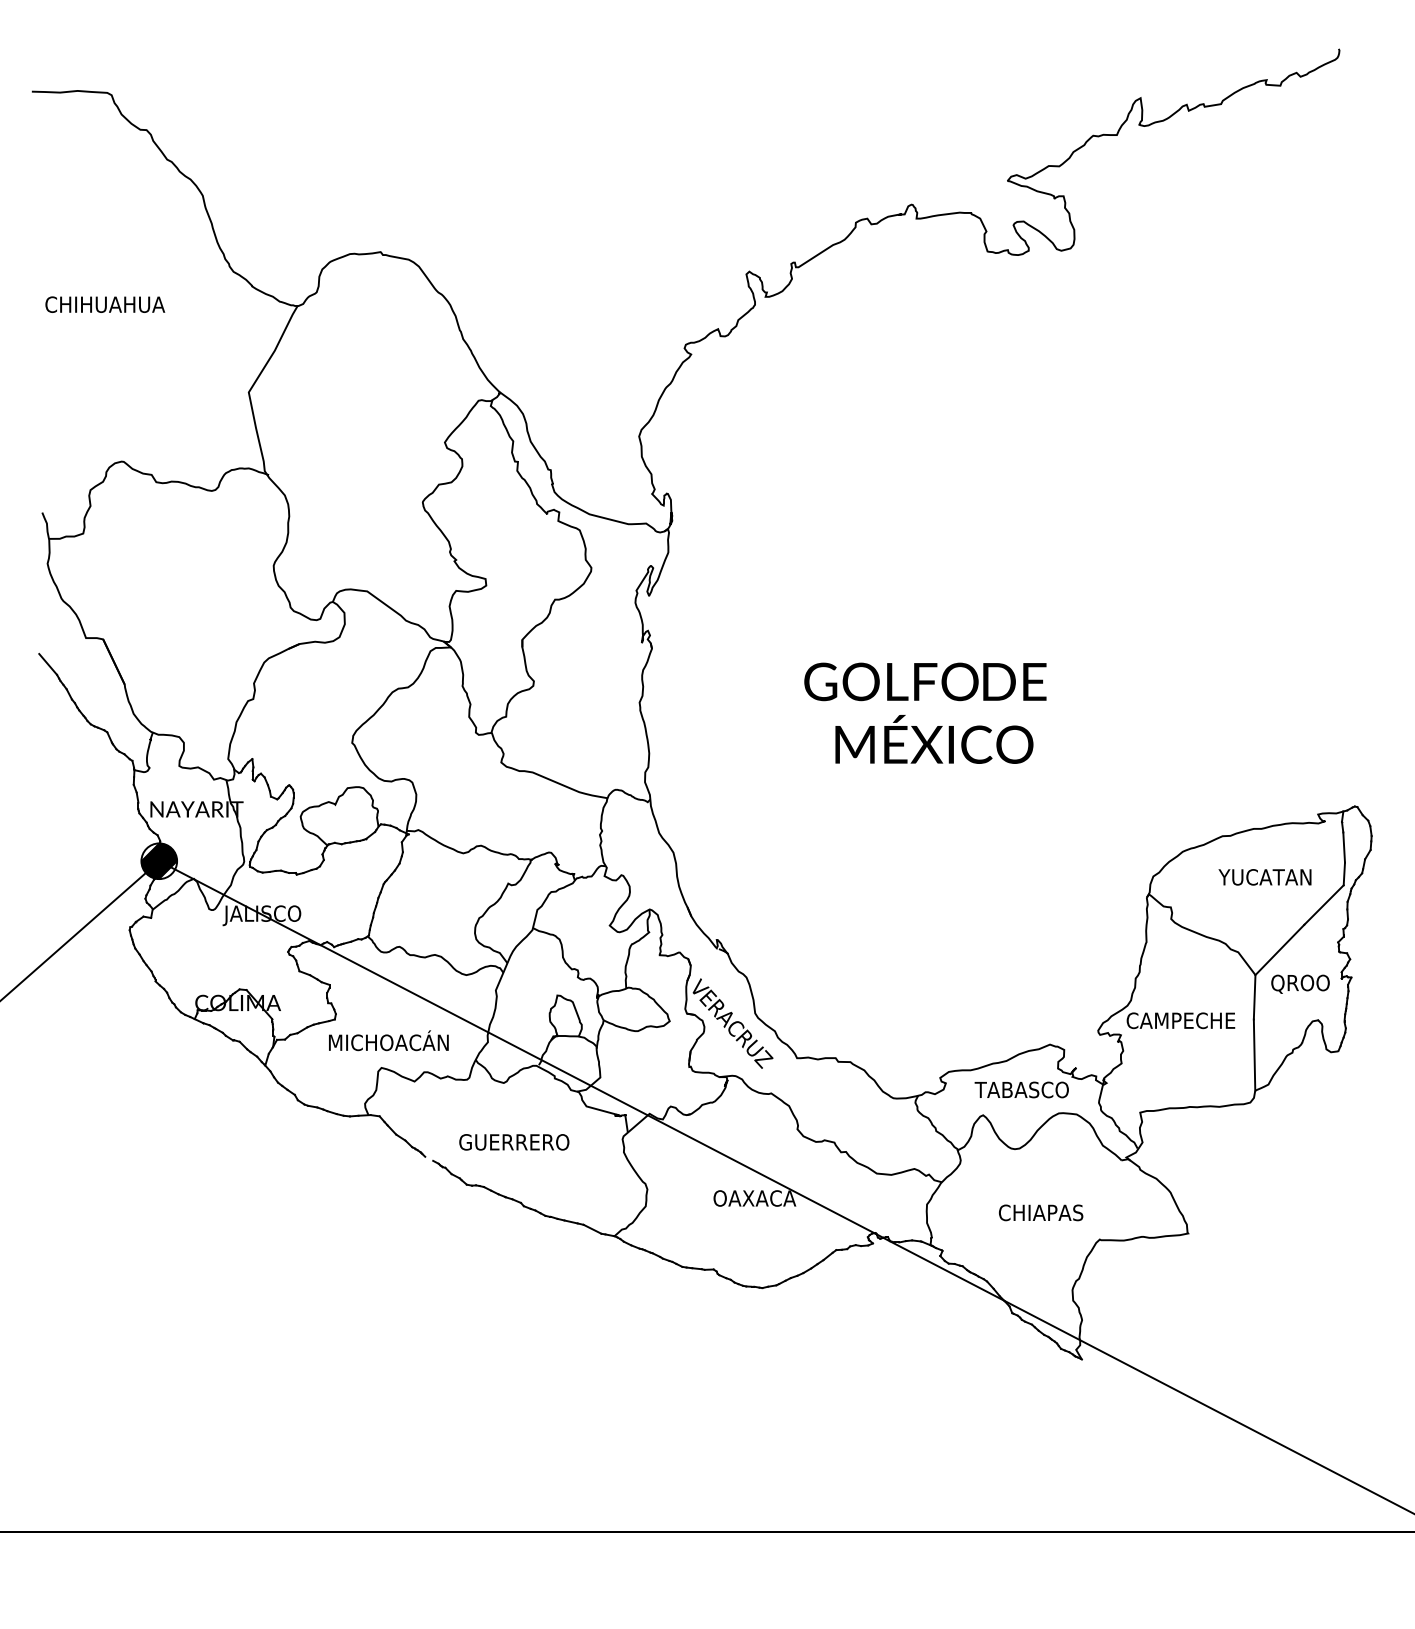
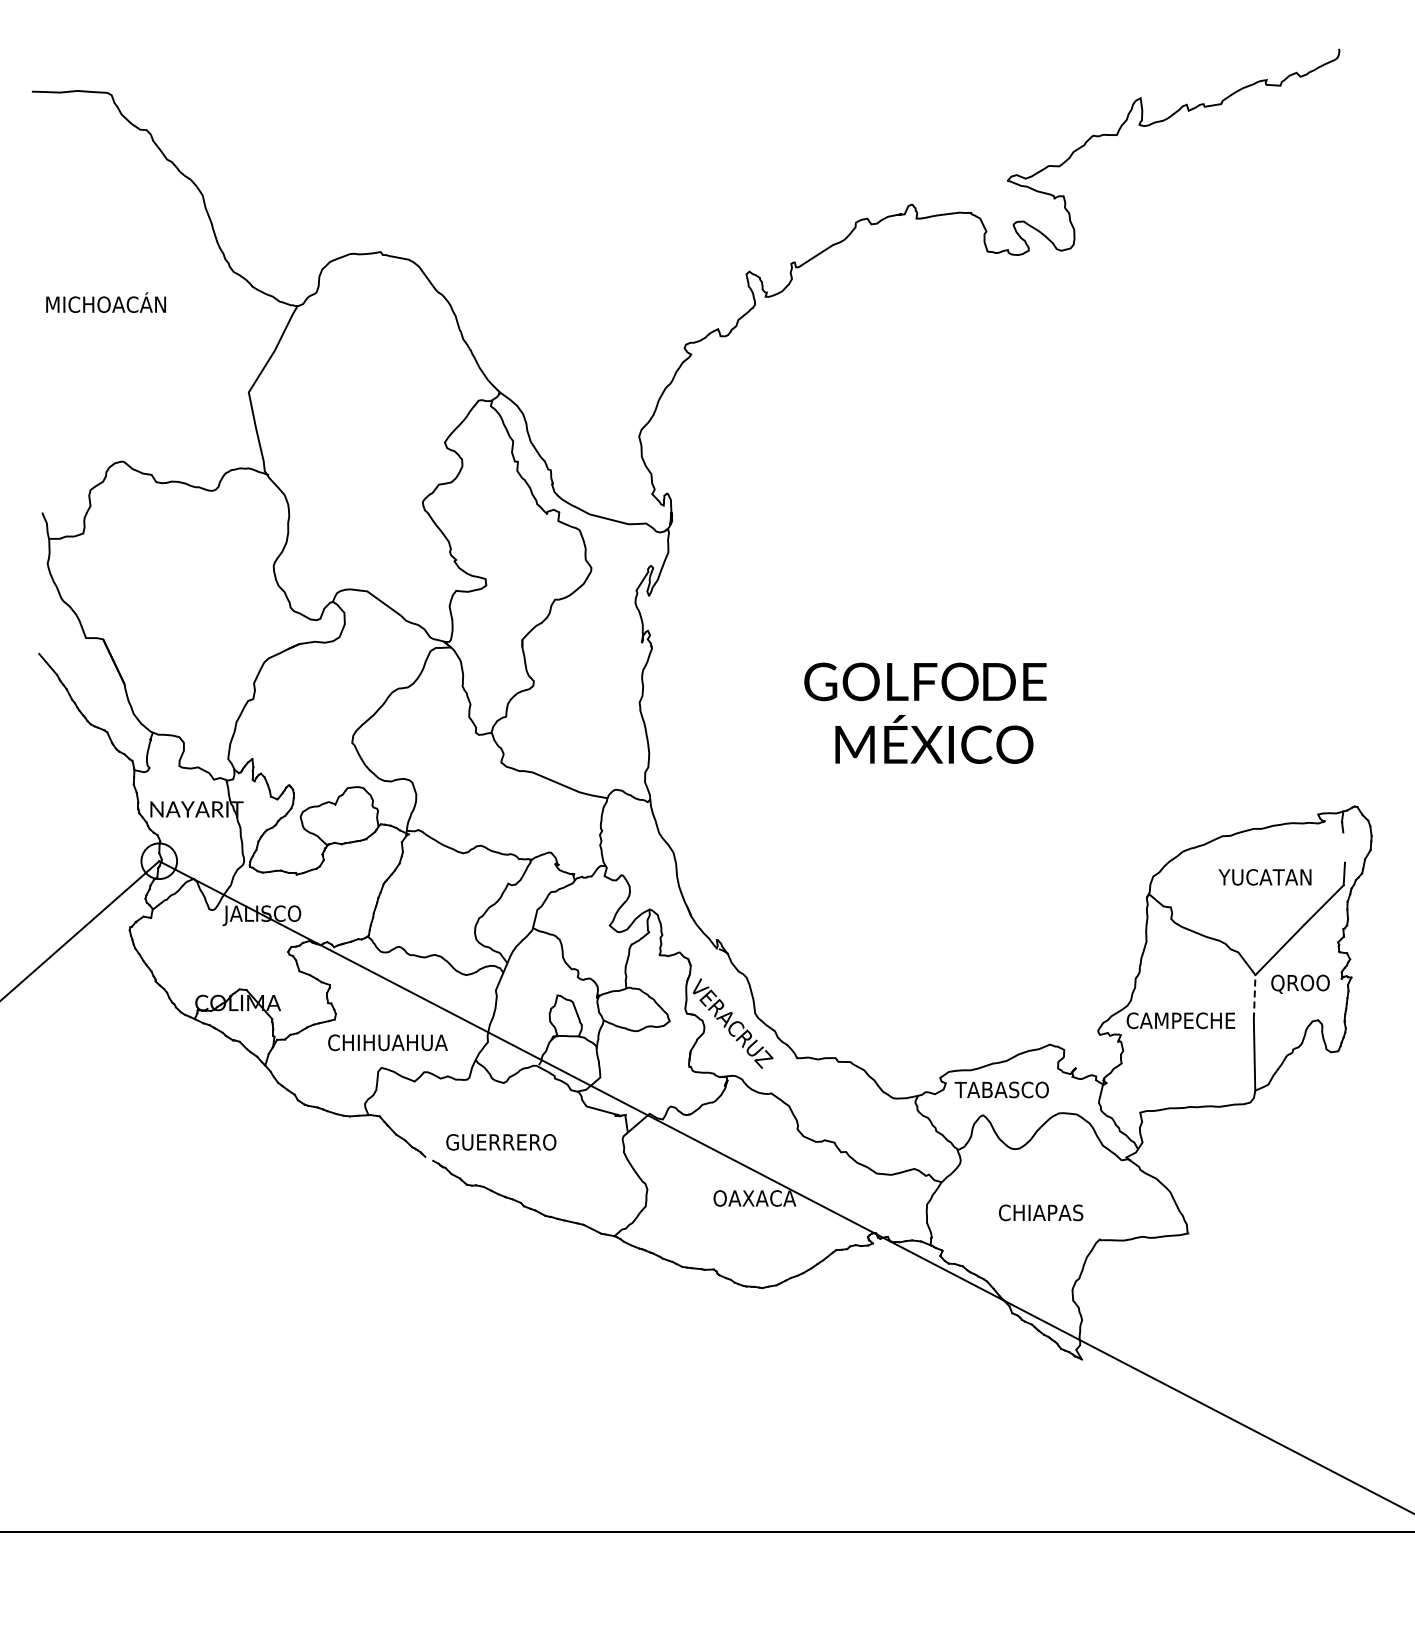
text at (105, 302): CHIHUAHUA -> MICHOACÁN
line at (1343, 847): present -> none
hatch at (159, 861): present -> none
line at (1254, 996): solid -> dashed
text at (388, 1040): MICHOACÁN -> CHIHUAHUA
text at (1021, 1089) position: (1021, 1089) -> (1001, 1089)
text at (514, 1142) position: (514, 1142) -> (501, 1142)
